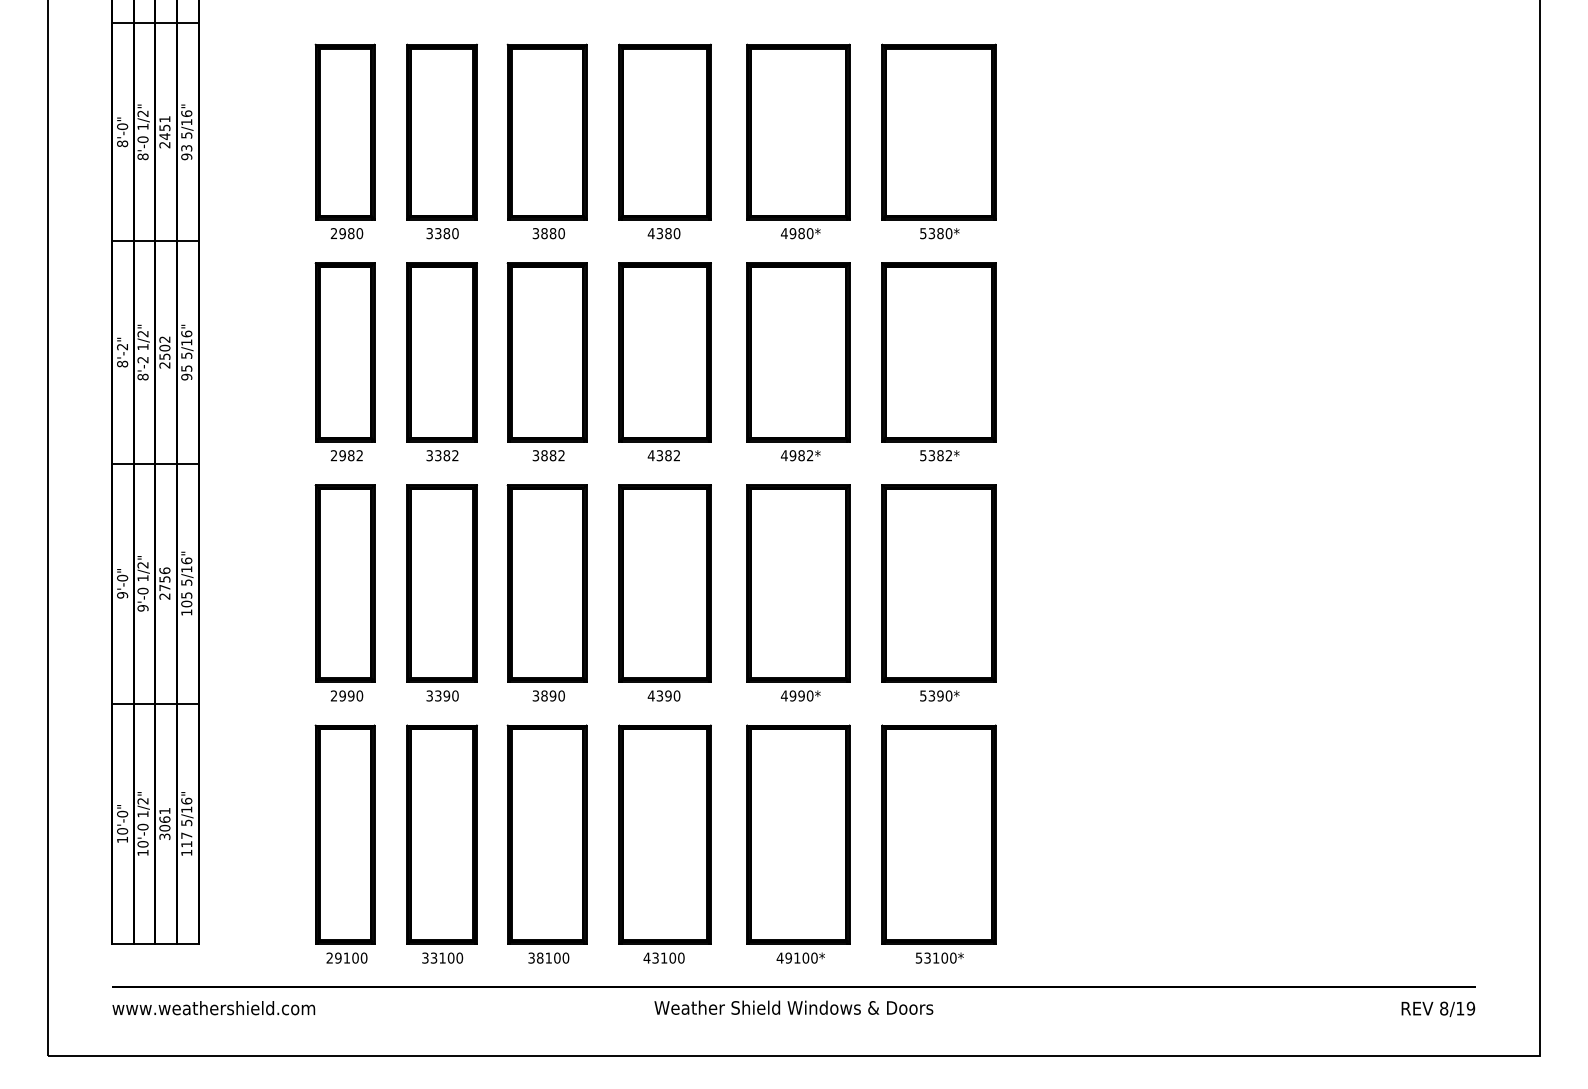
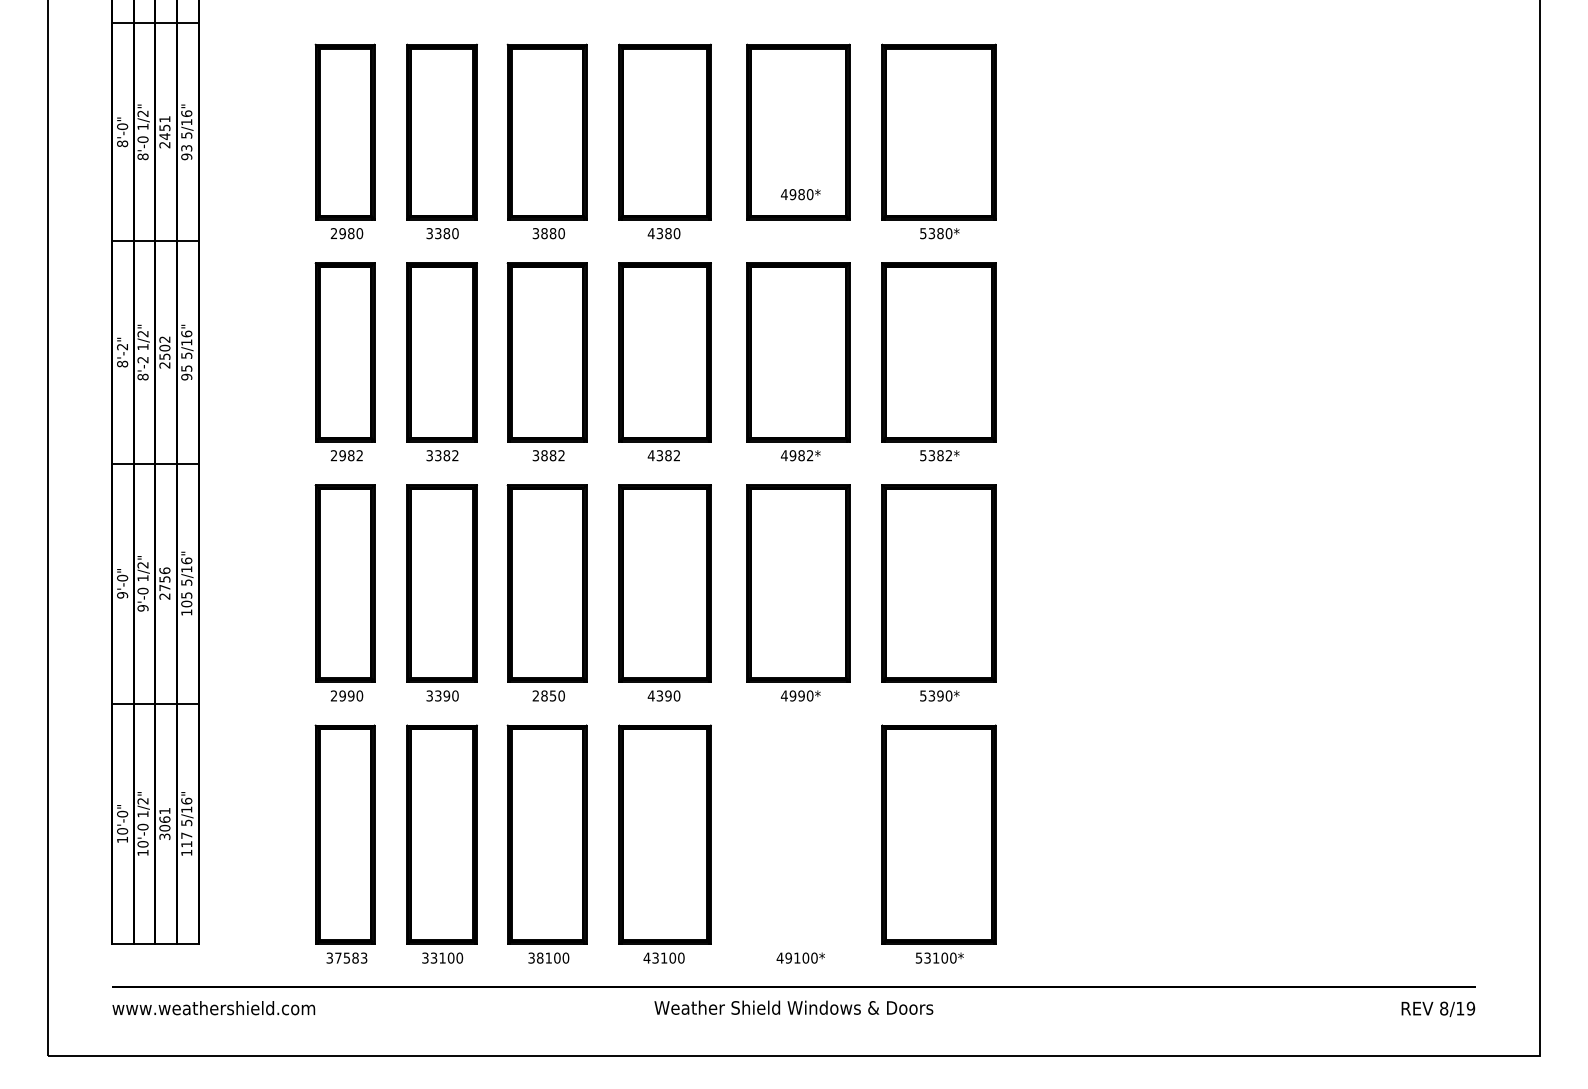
text at (800, 233) position: (800, 233) -> (800, 194)
text at (544, 695): 3890 -> 2850
part at (798, 834): present -> none
text at (346, 957): 29100 -> 37583
